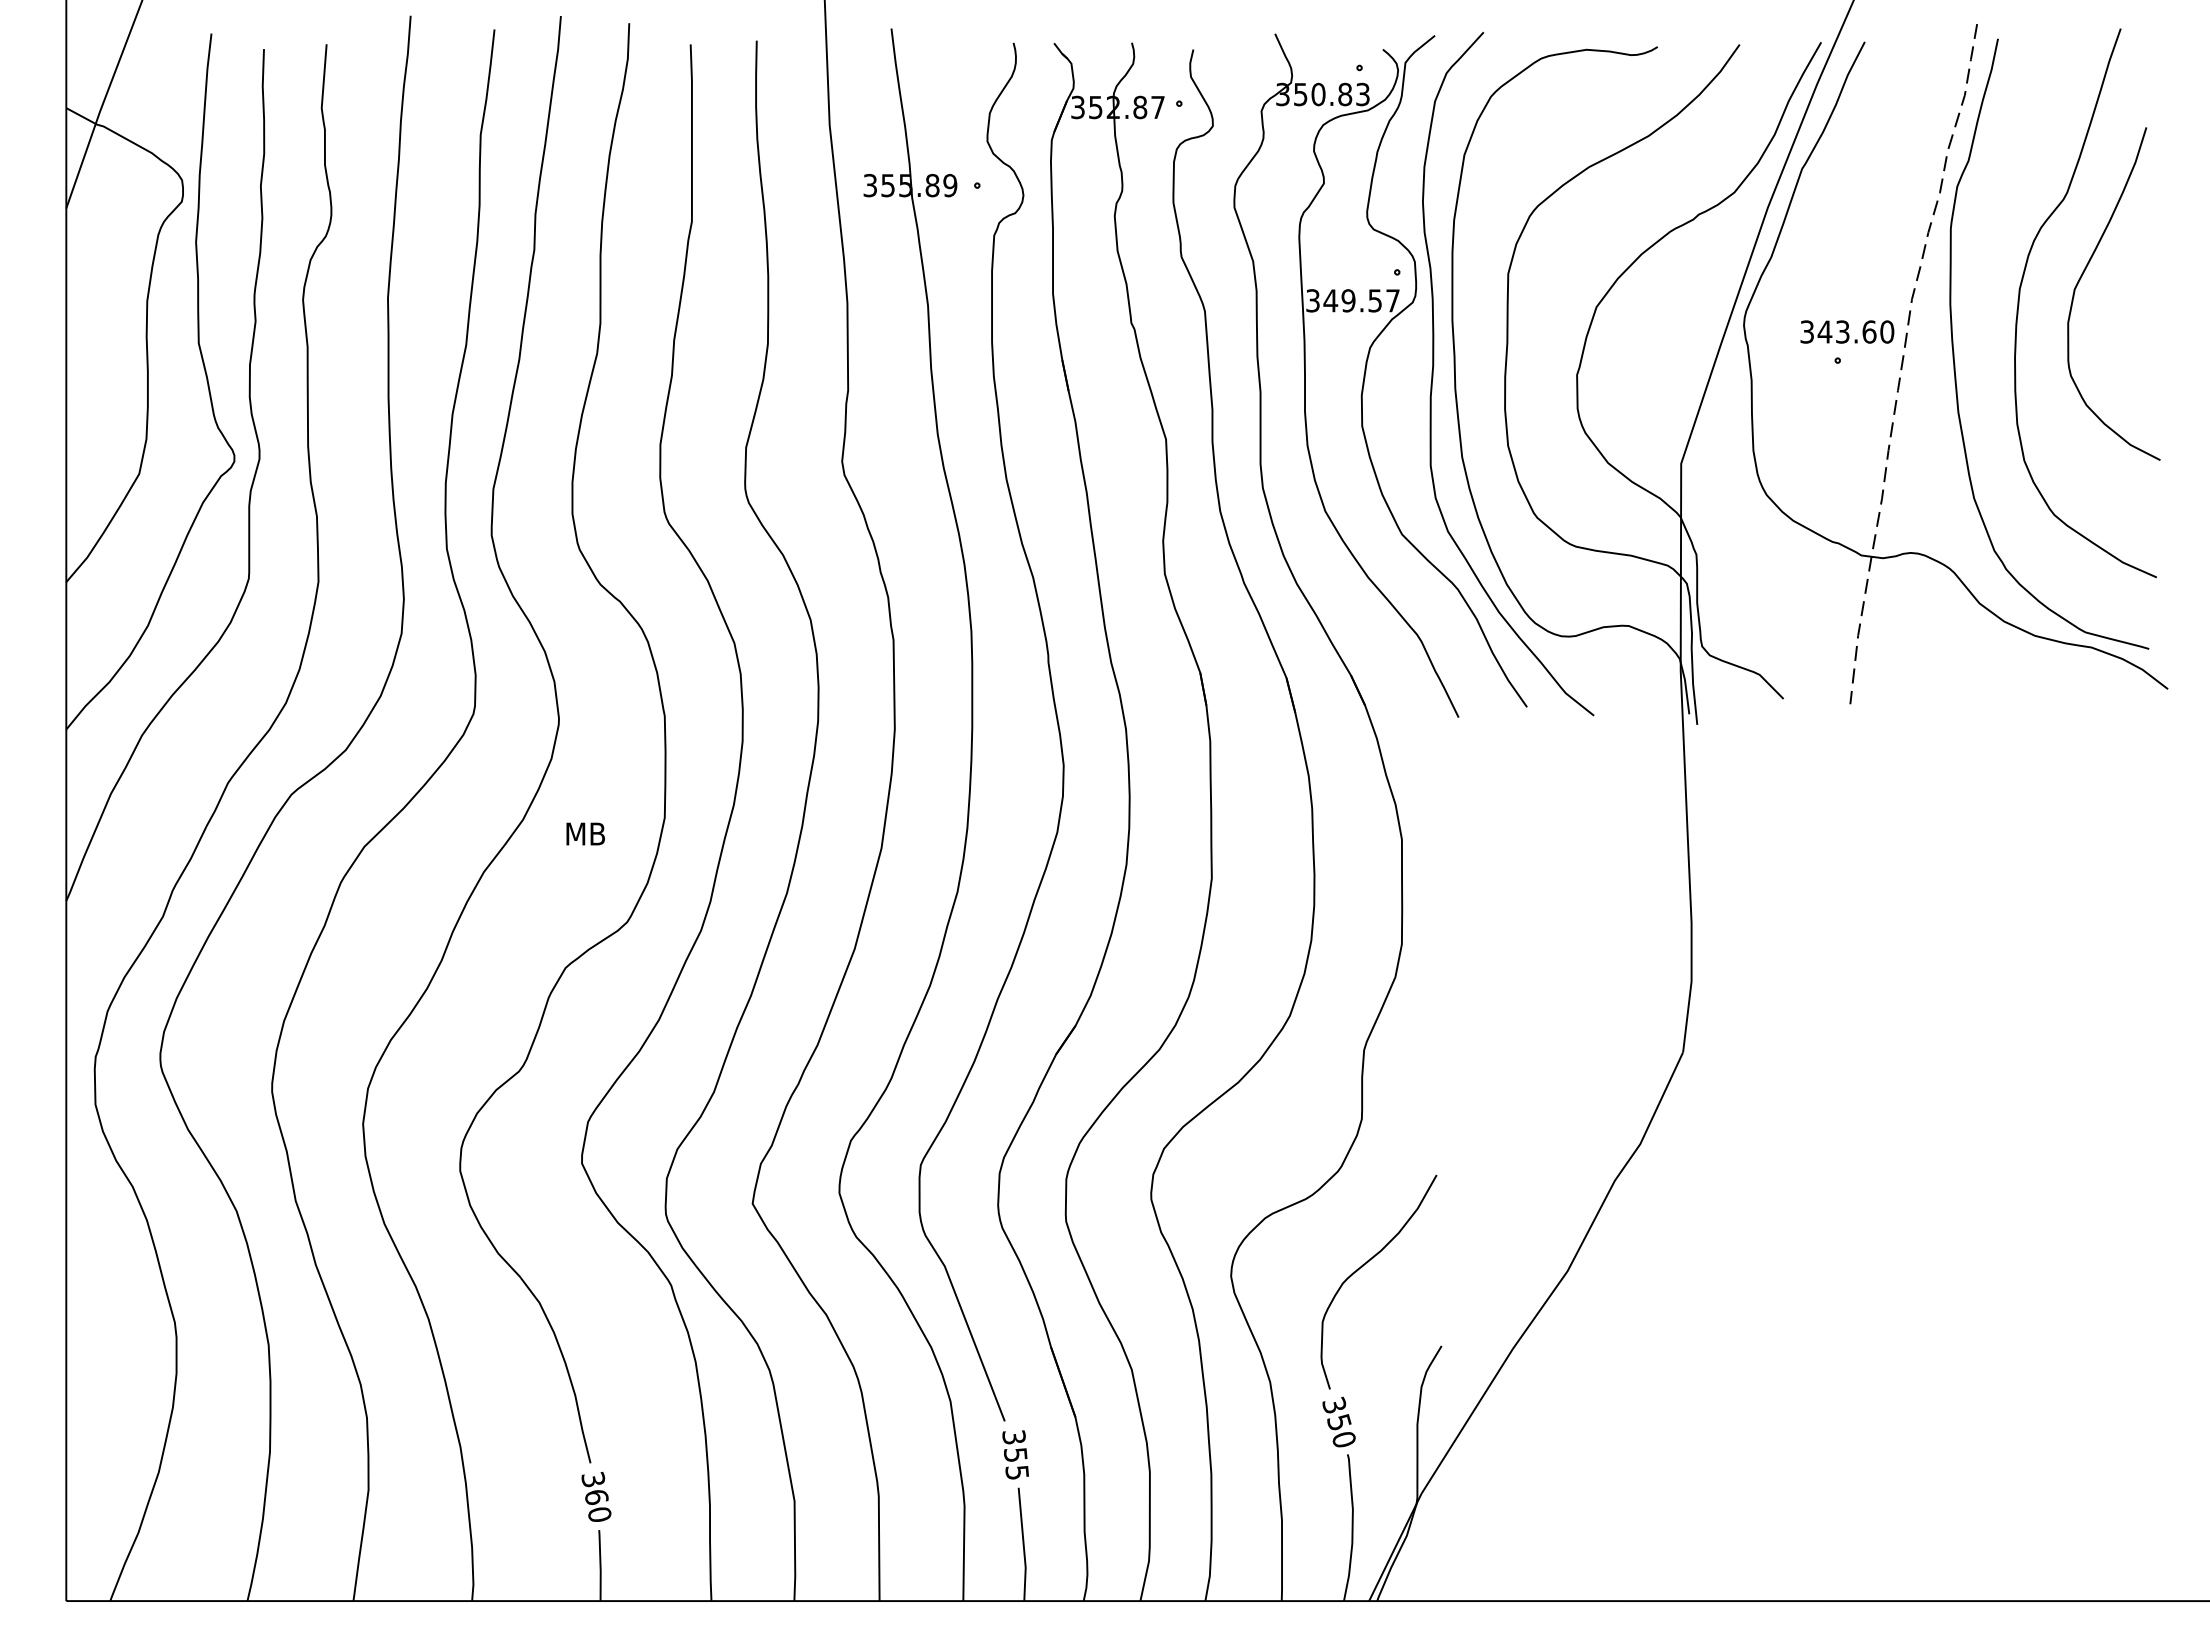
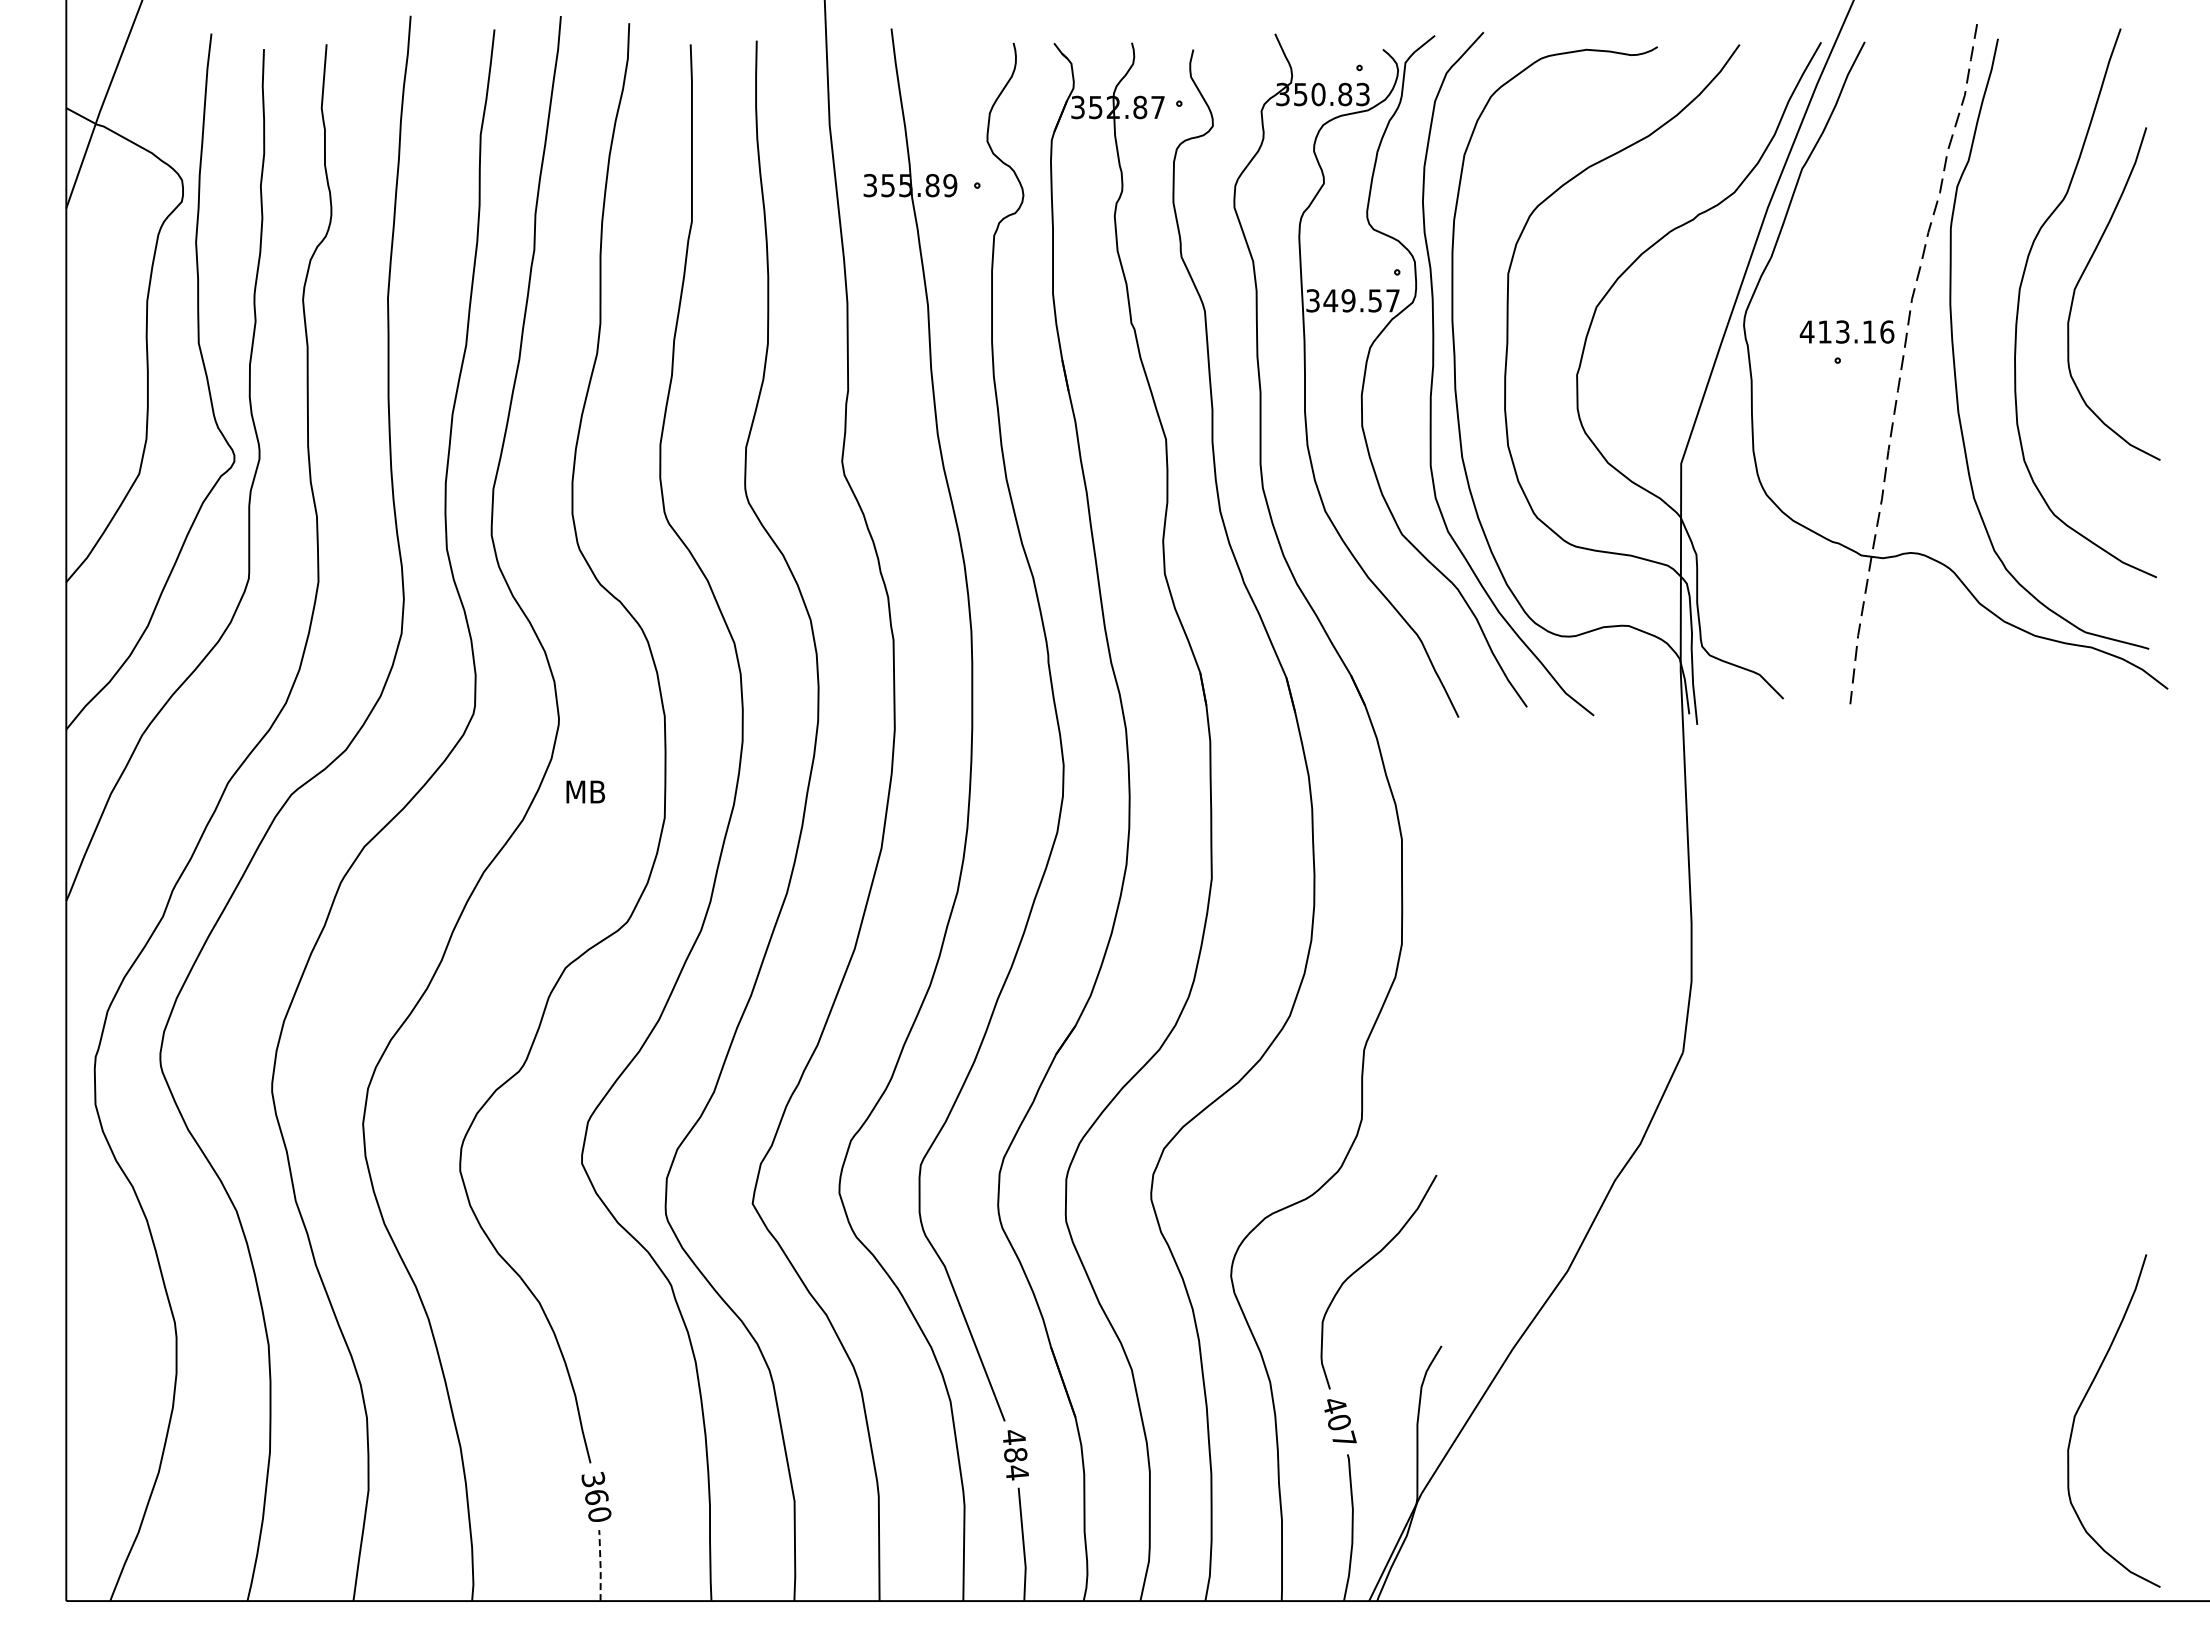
text at (1846, 331): 343.60 -> 413.16
text at (585, 833) position: (585, 833) -> (585, 791)
curve at (2081, 1405): none -> present
text at (1339, 1421): 350 -> 407
text at (1015, 1455): 355 -> 484
line at (600, 1565): solid -> dashed
